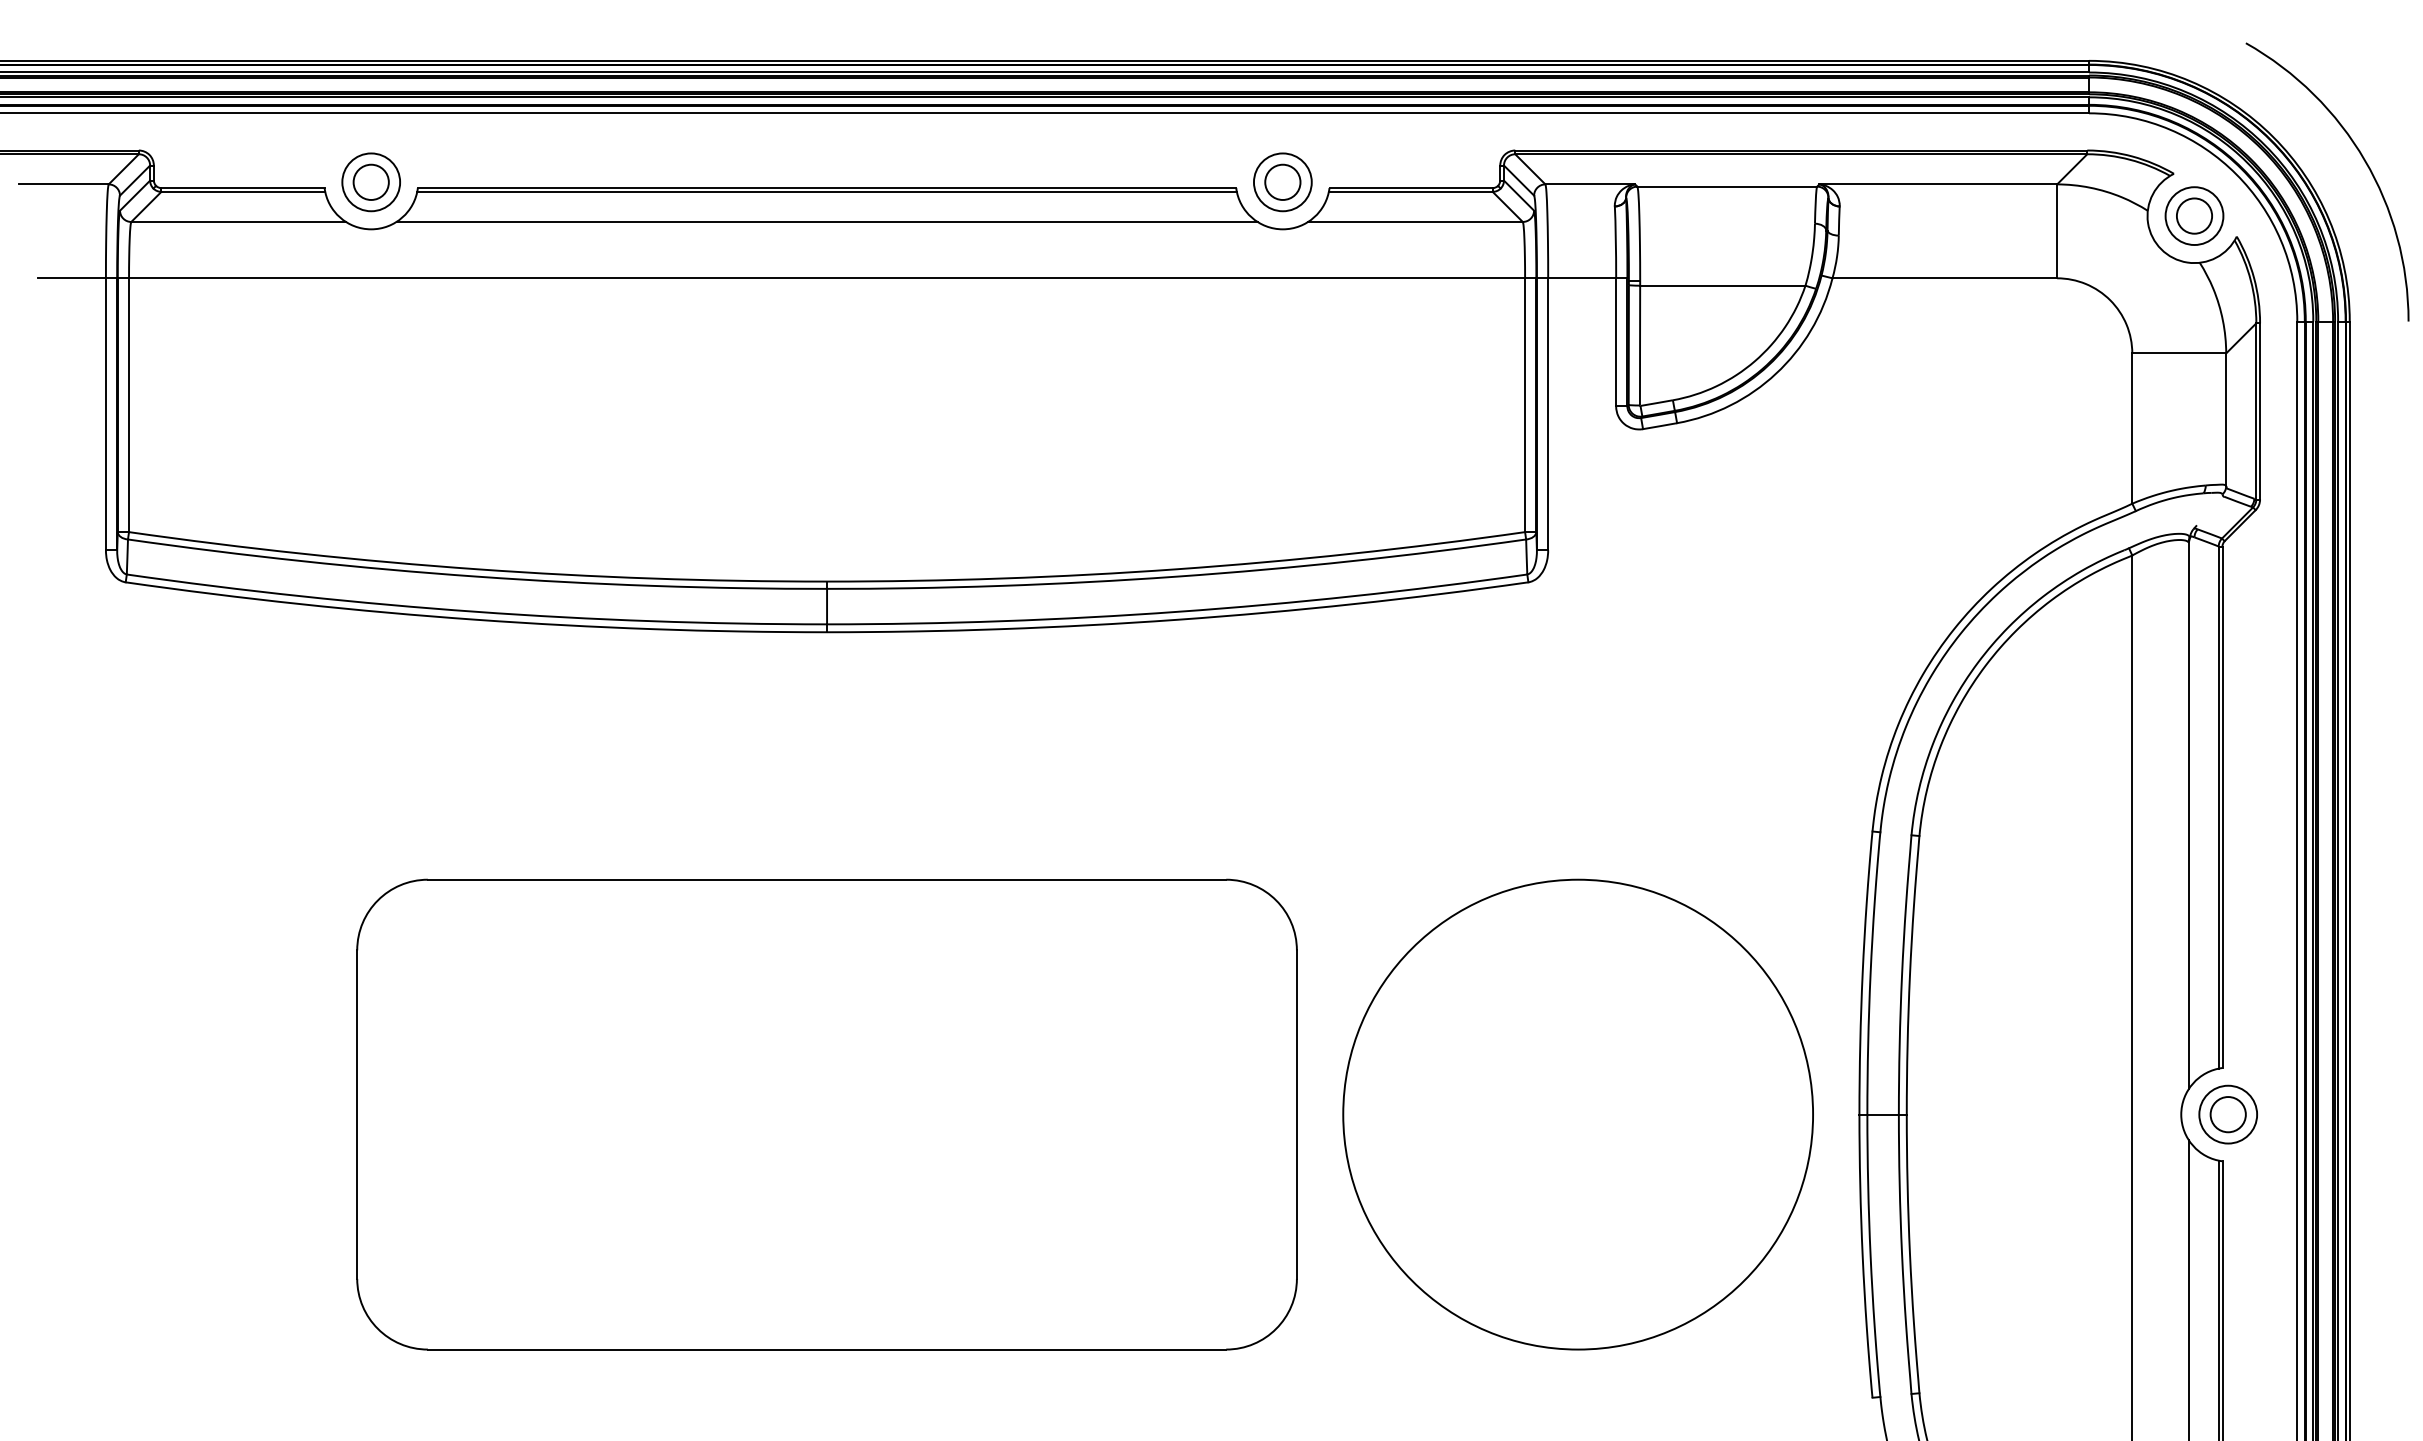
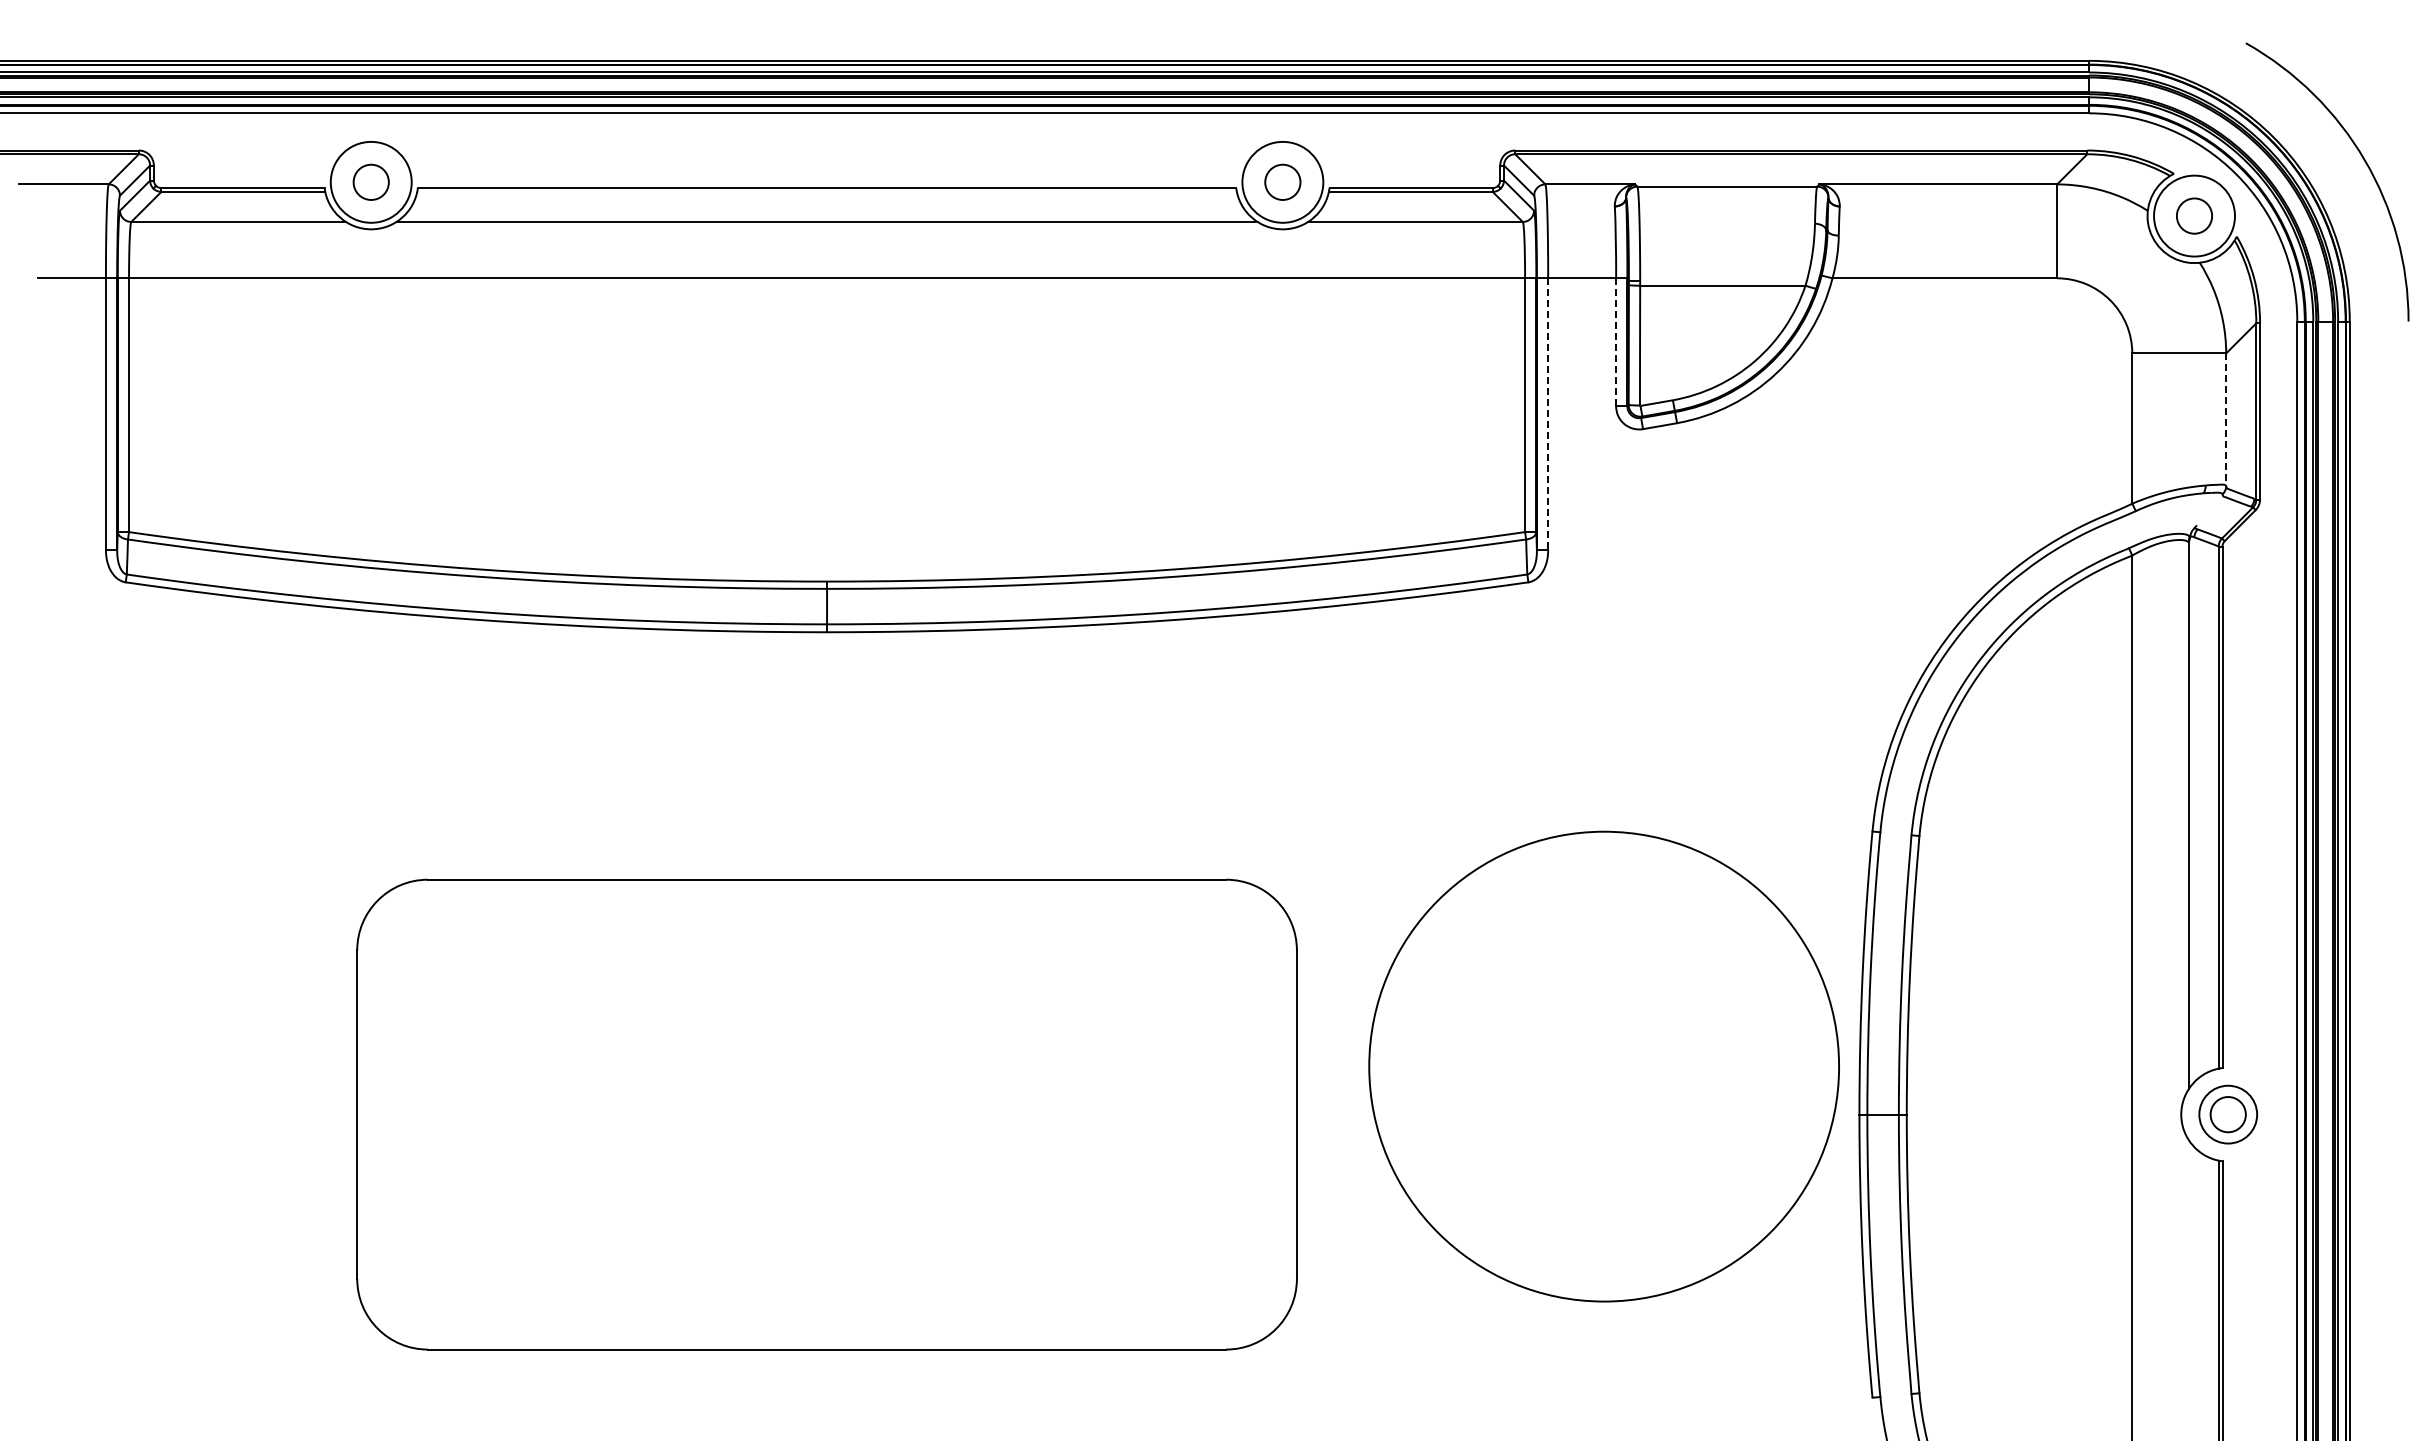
circle at (371, 182) diameter: 58 px -> 81 px
circle at (1282, 182) diameter: 58 px -> 81 px
line at (826, 191): present -> none
circle at (2194, 216) diameter: 58 px -> 81 px
line at (1616, 341): solid -> dashed
line at (1548, 414): solid -> dashed
line at (2226, 420): solid -> dashed
circle at (1577, 1114) position: (1577, 1114) -> (1603, 1066)
line at (2188, 1288): present -> none
